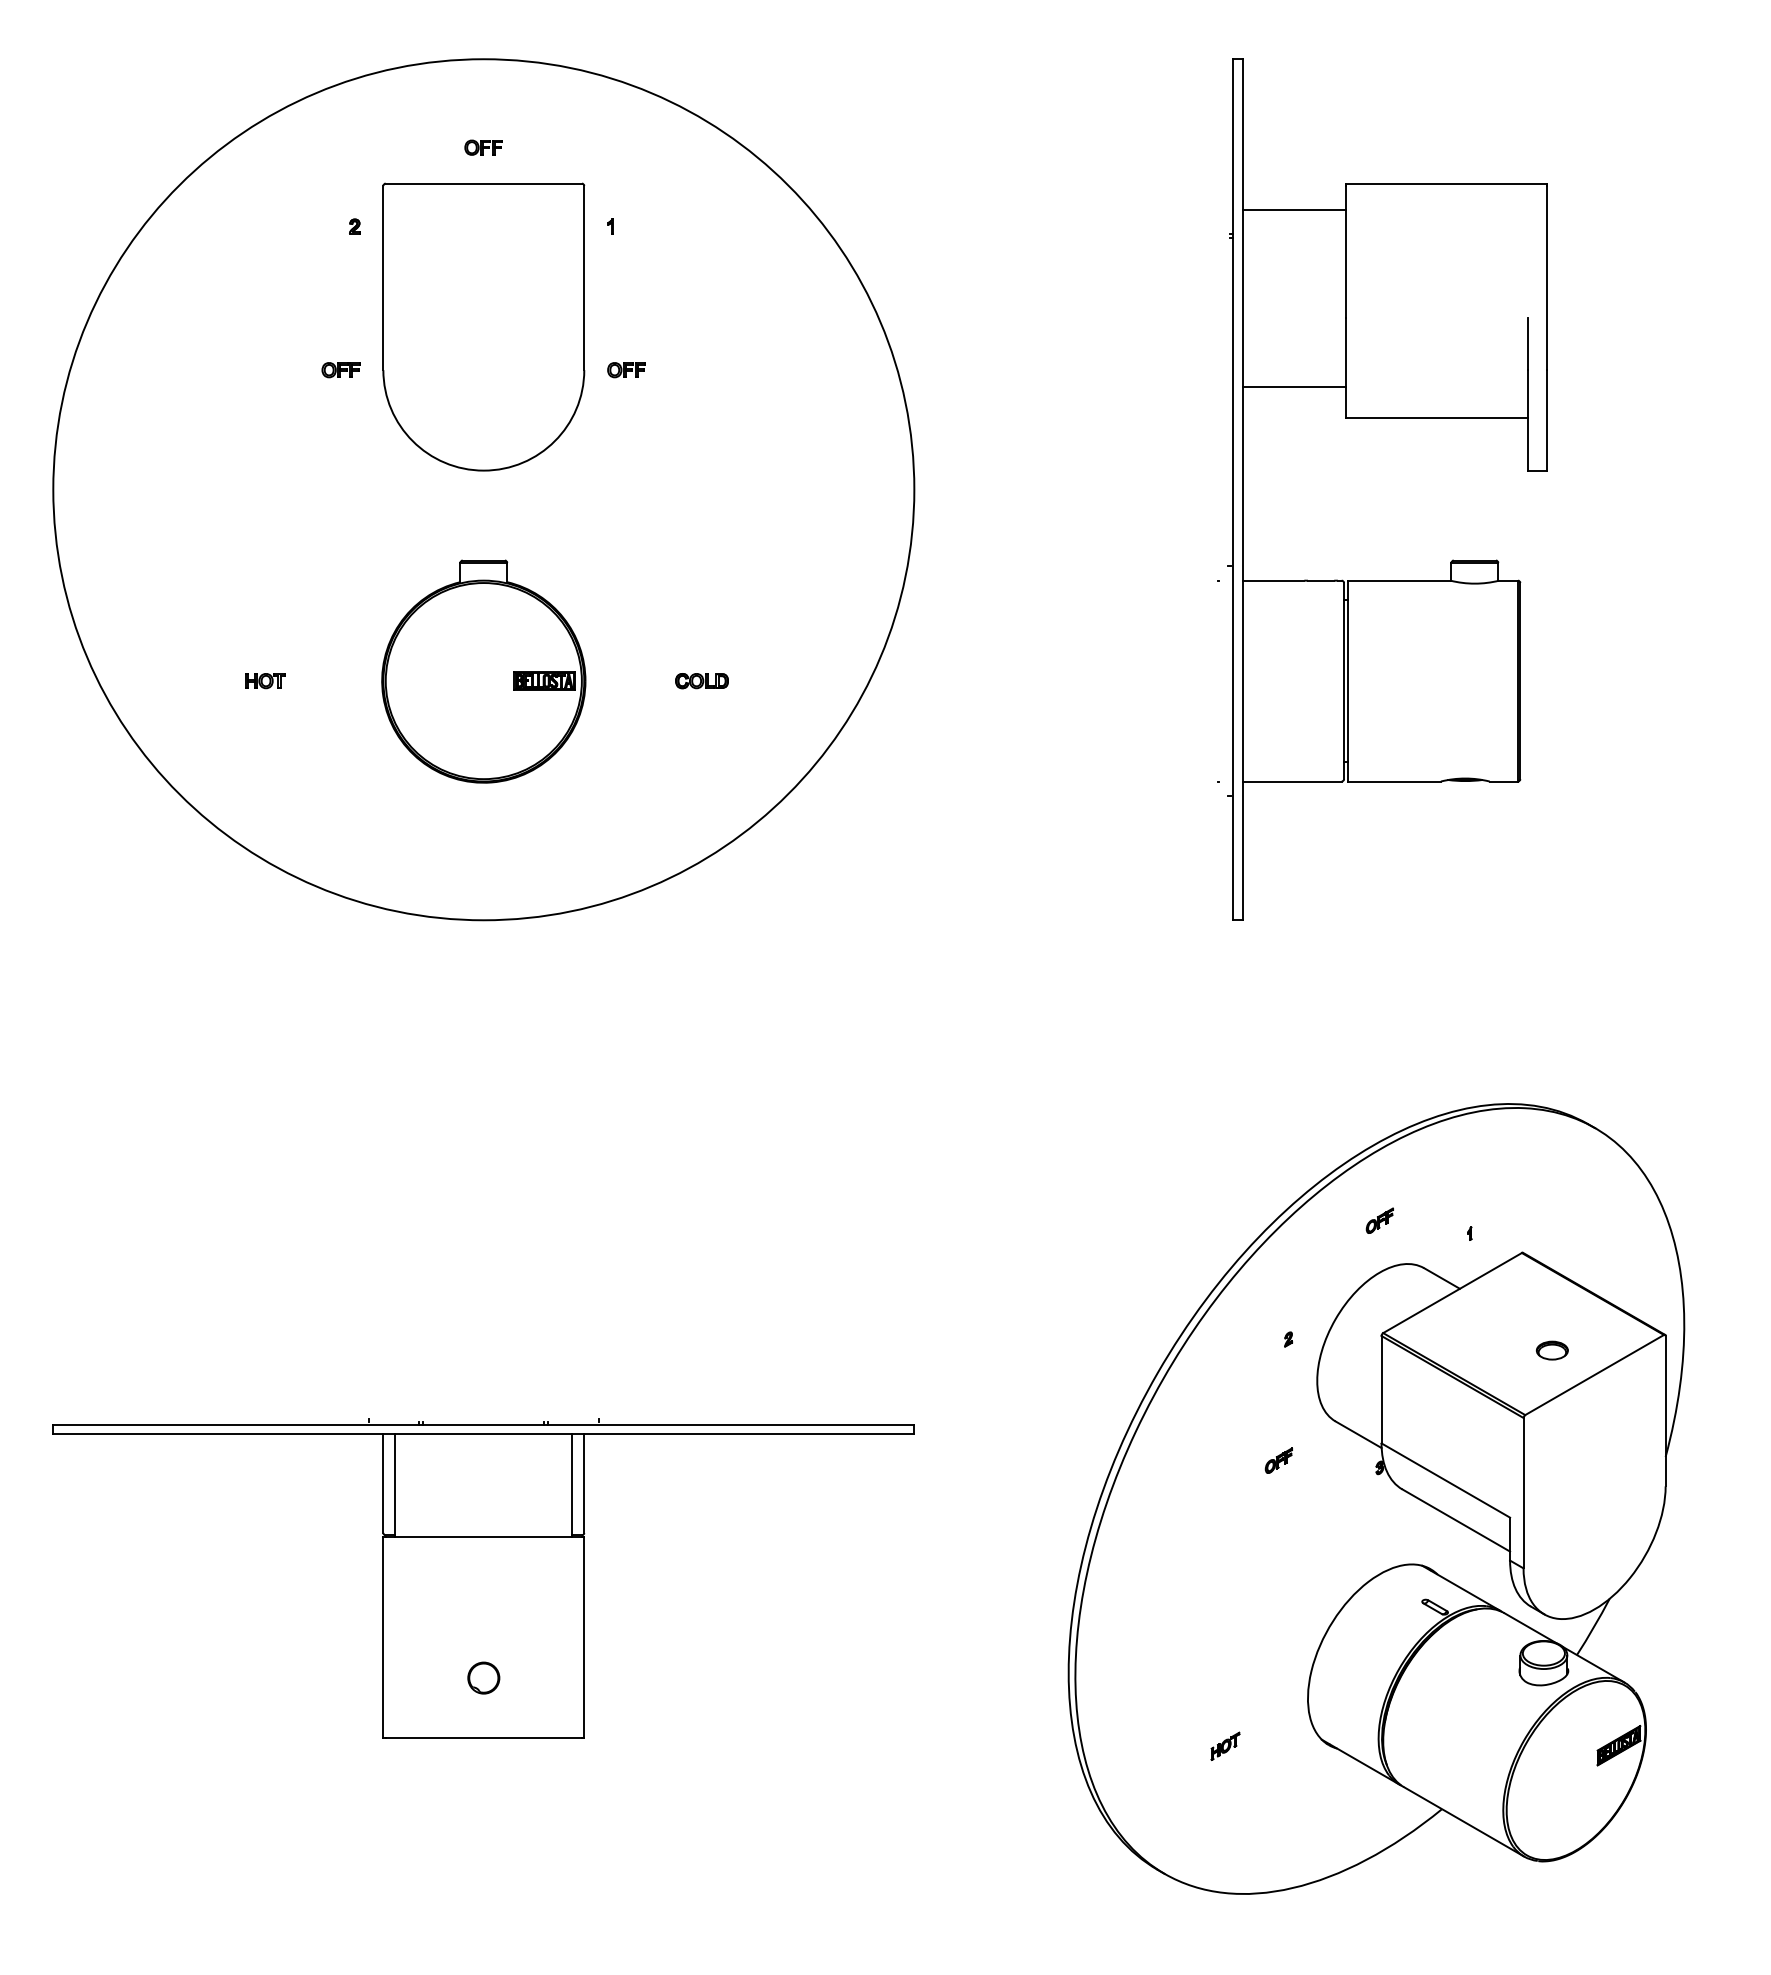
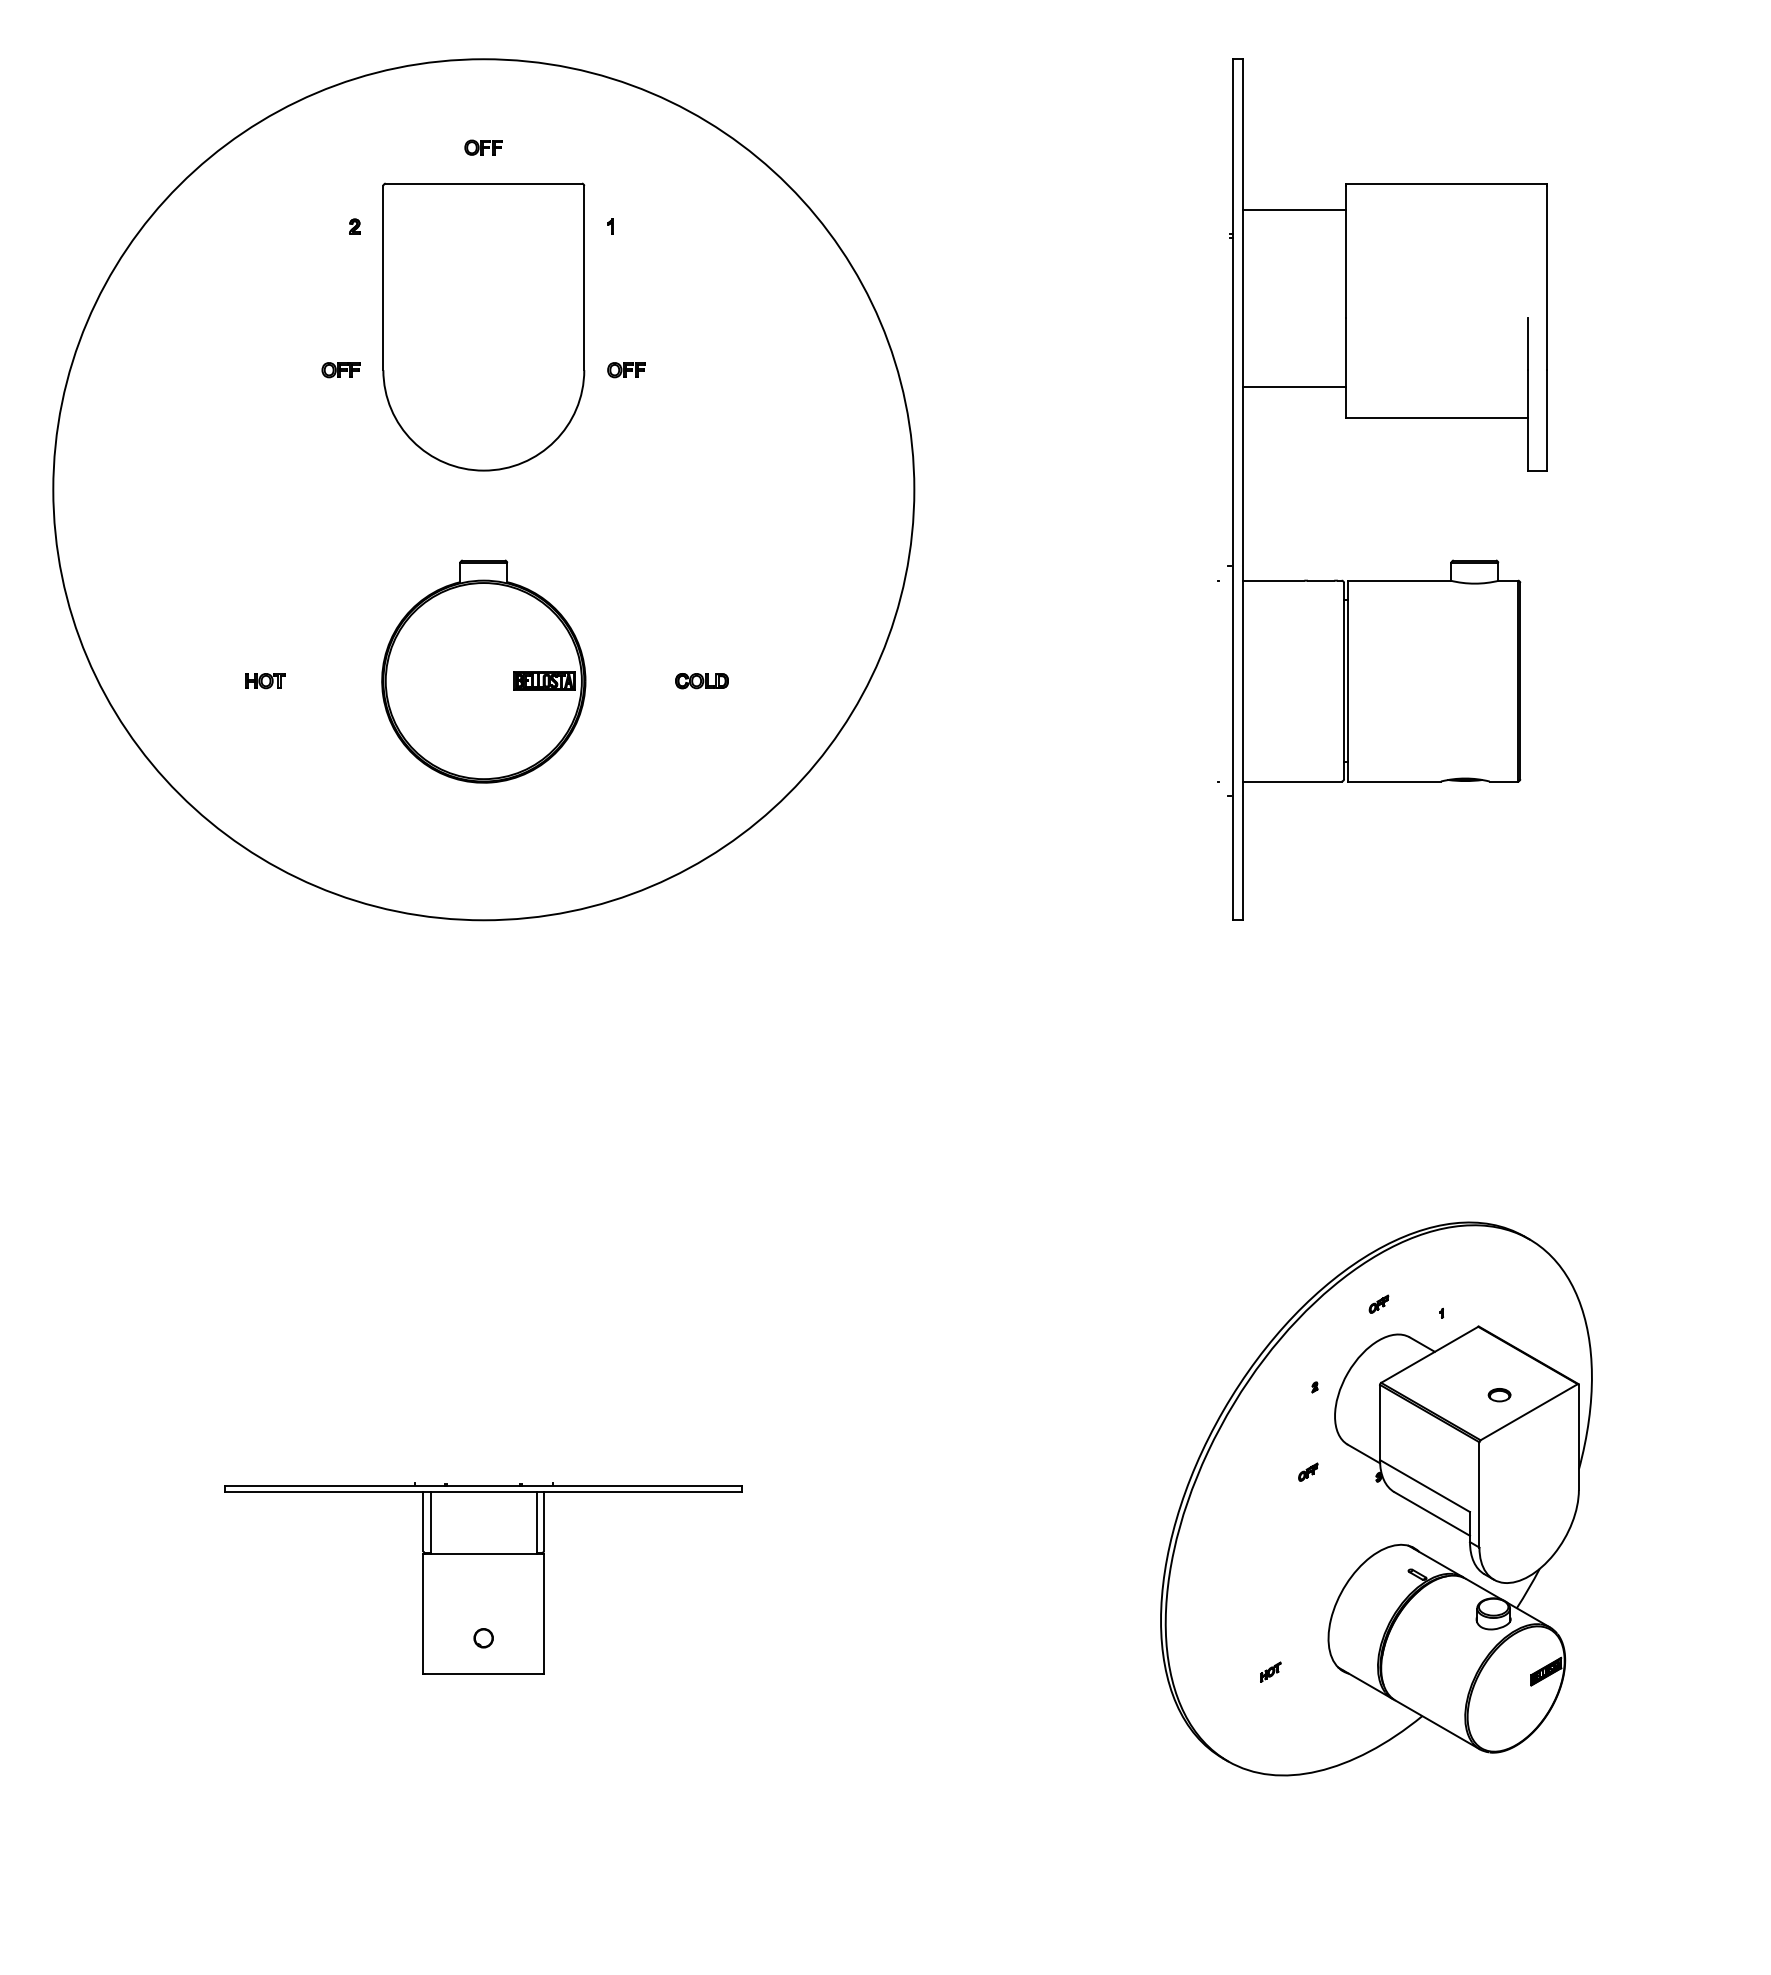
part at (1376, 1498) size: 619x792 px -> 433x556 px
part at (483, 1578) size: 863x321 px -> 519x193 px
